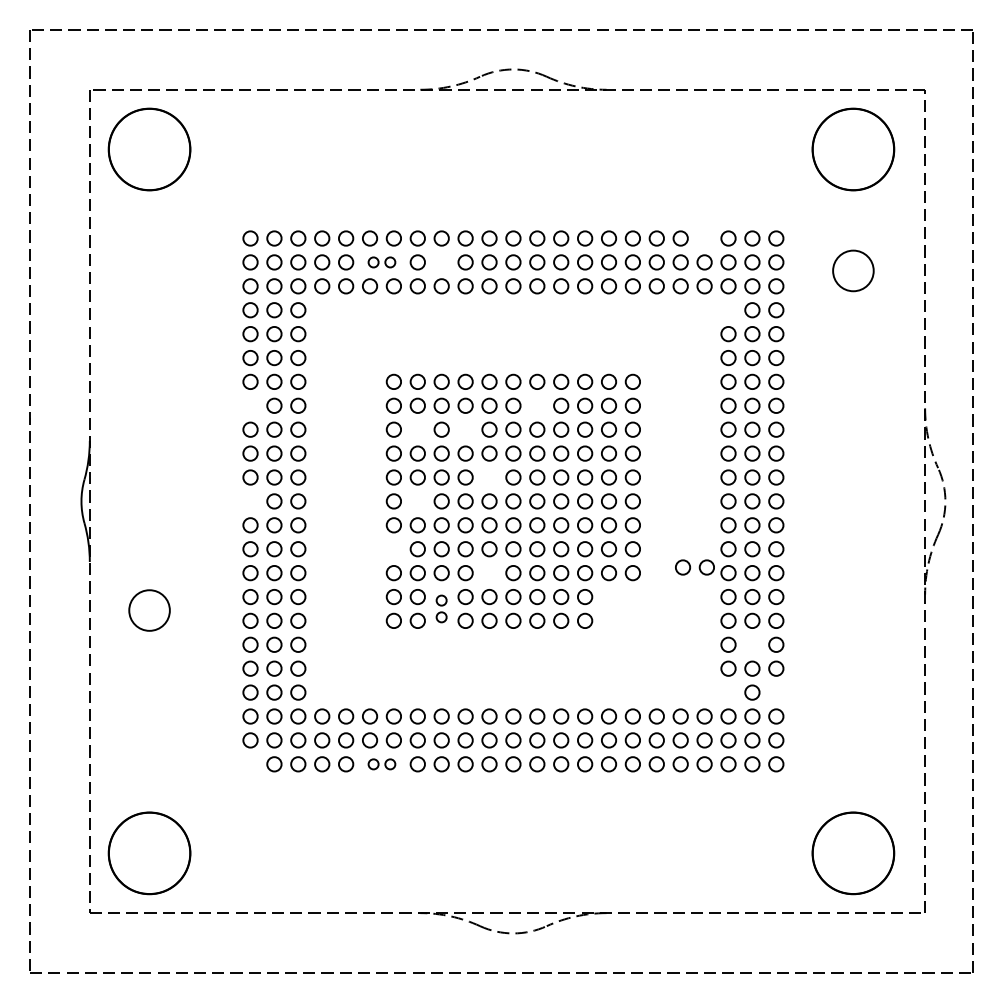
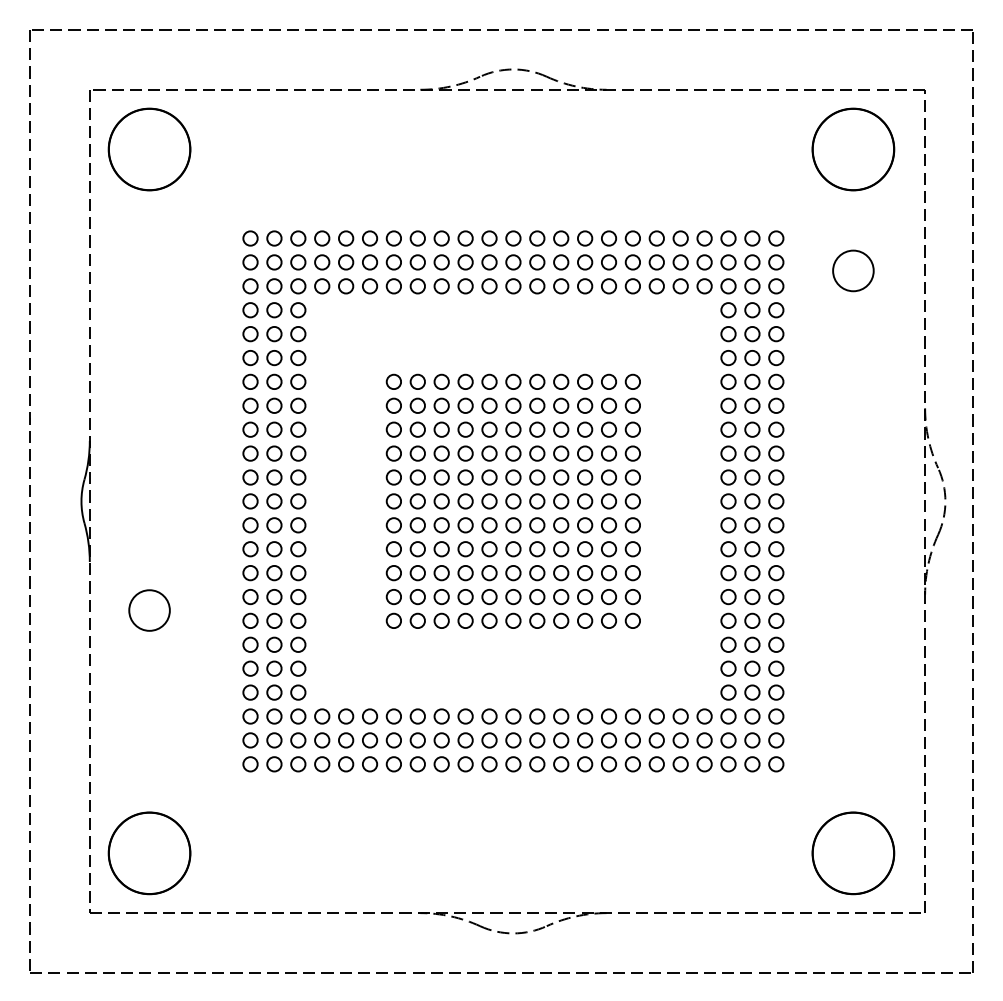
circle at (704, 238): none -> present
part at (381, 262) size: 30x13 px -> 40x17 px
circle at (441, 262): none -> present
circle at (728, 310): none -> present
circle at (250, 405): none -> present
circle at (537, 405): none -> present
circle at (417, 429): none -> present
circle at (465, 429): none -> present
circle at (489, 477): none -> present
circle at (250, 501): none -> present
circle at (417, 501): none -> present
circle at (393, 549): none -> present
part at (694, 567): present -> none
circle at (489, 573): none -> present
part at (614, 602): none -> present
part at (441, 608) size: 13x30 px -> 17x40 px
circle at (752, 644): none -> present
circle at (728, 692): none -> present
circle at (776, 692): none -> present
circle at (250, 764): none -> present
part at (381, 764) size: 30x13 px -> 40x17 px
